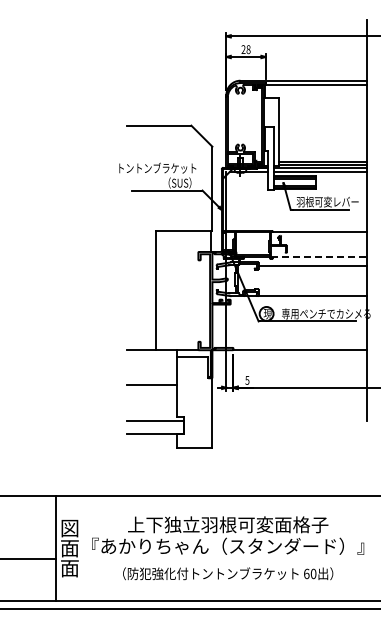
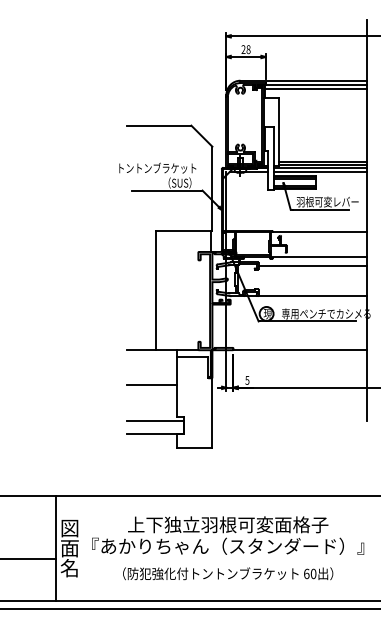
line at (315, 88): none -> present
line at (319, 257): dashed -> solid
text at (69, 568): 面 -> 名
